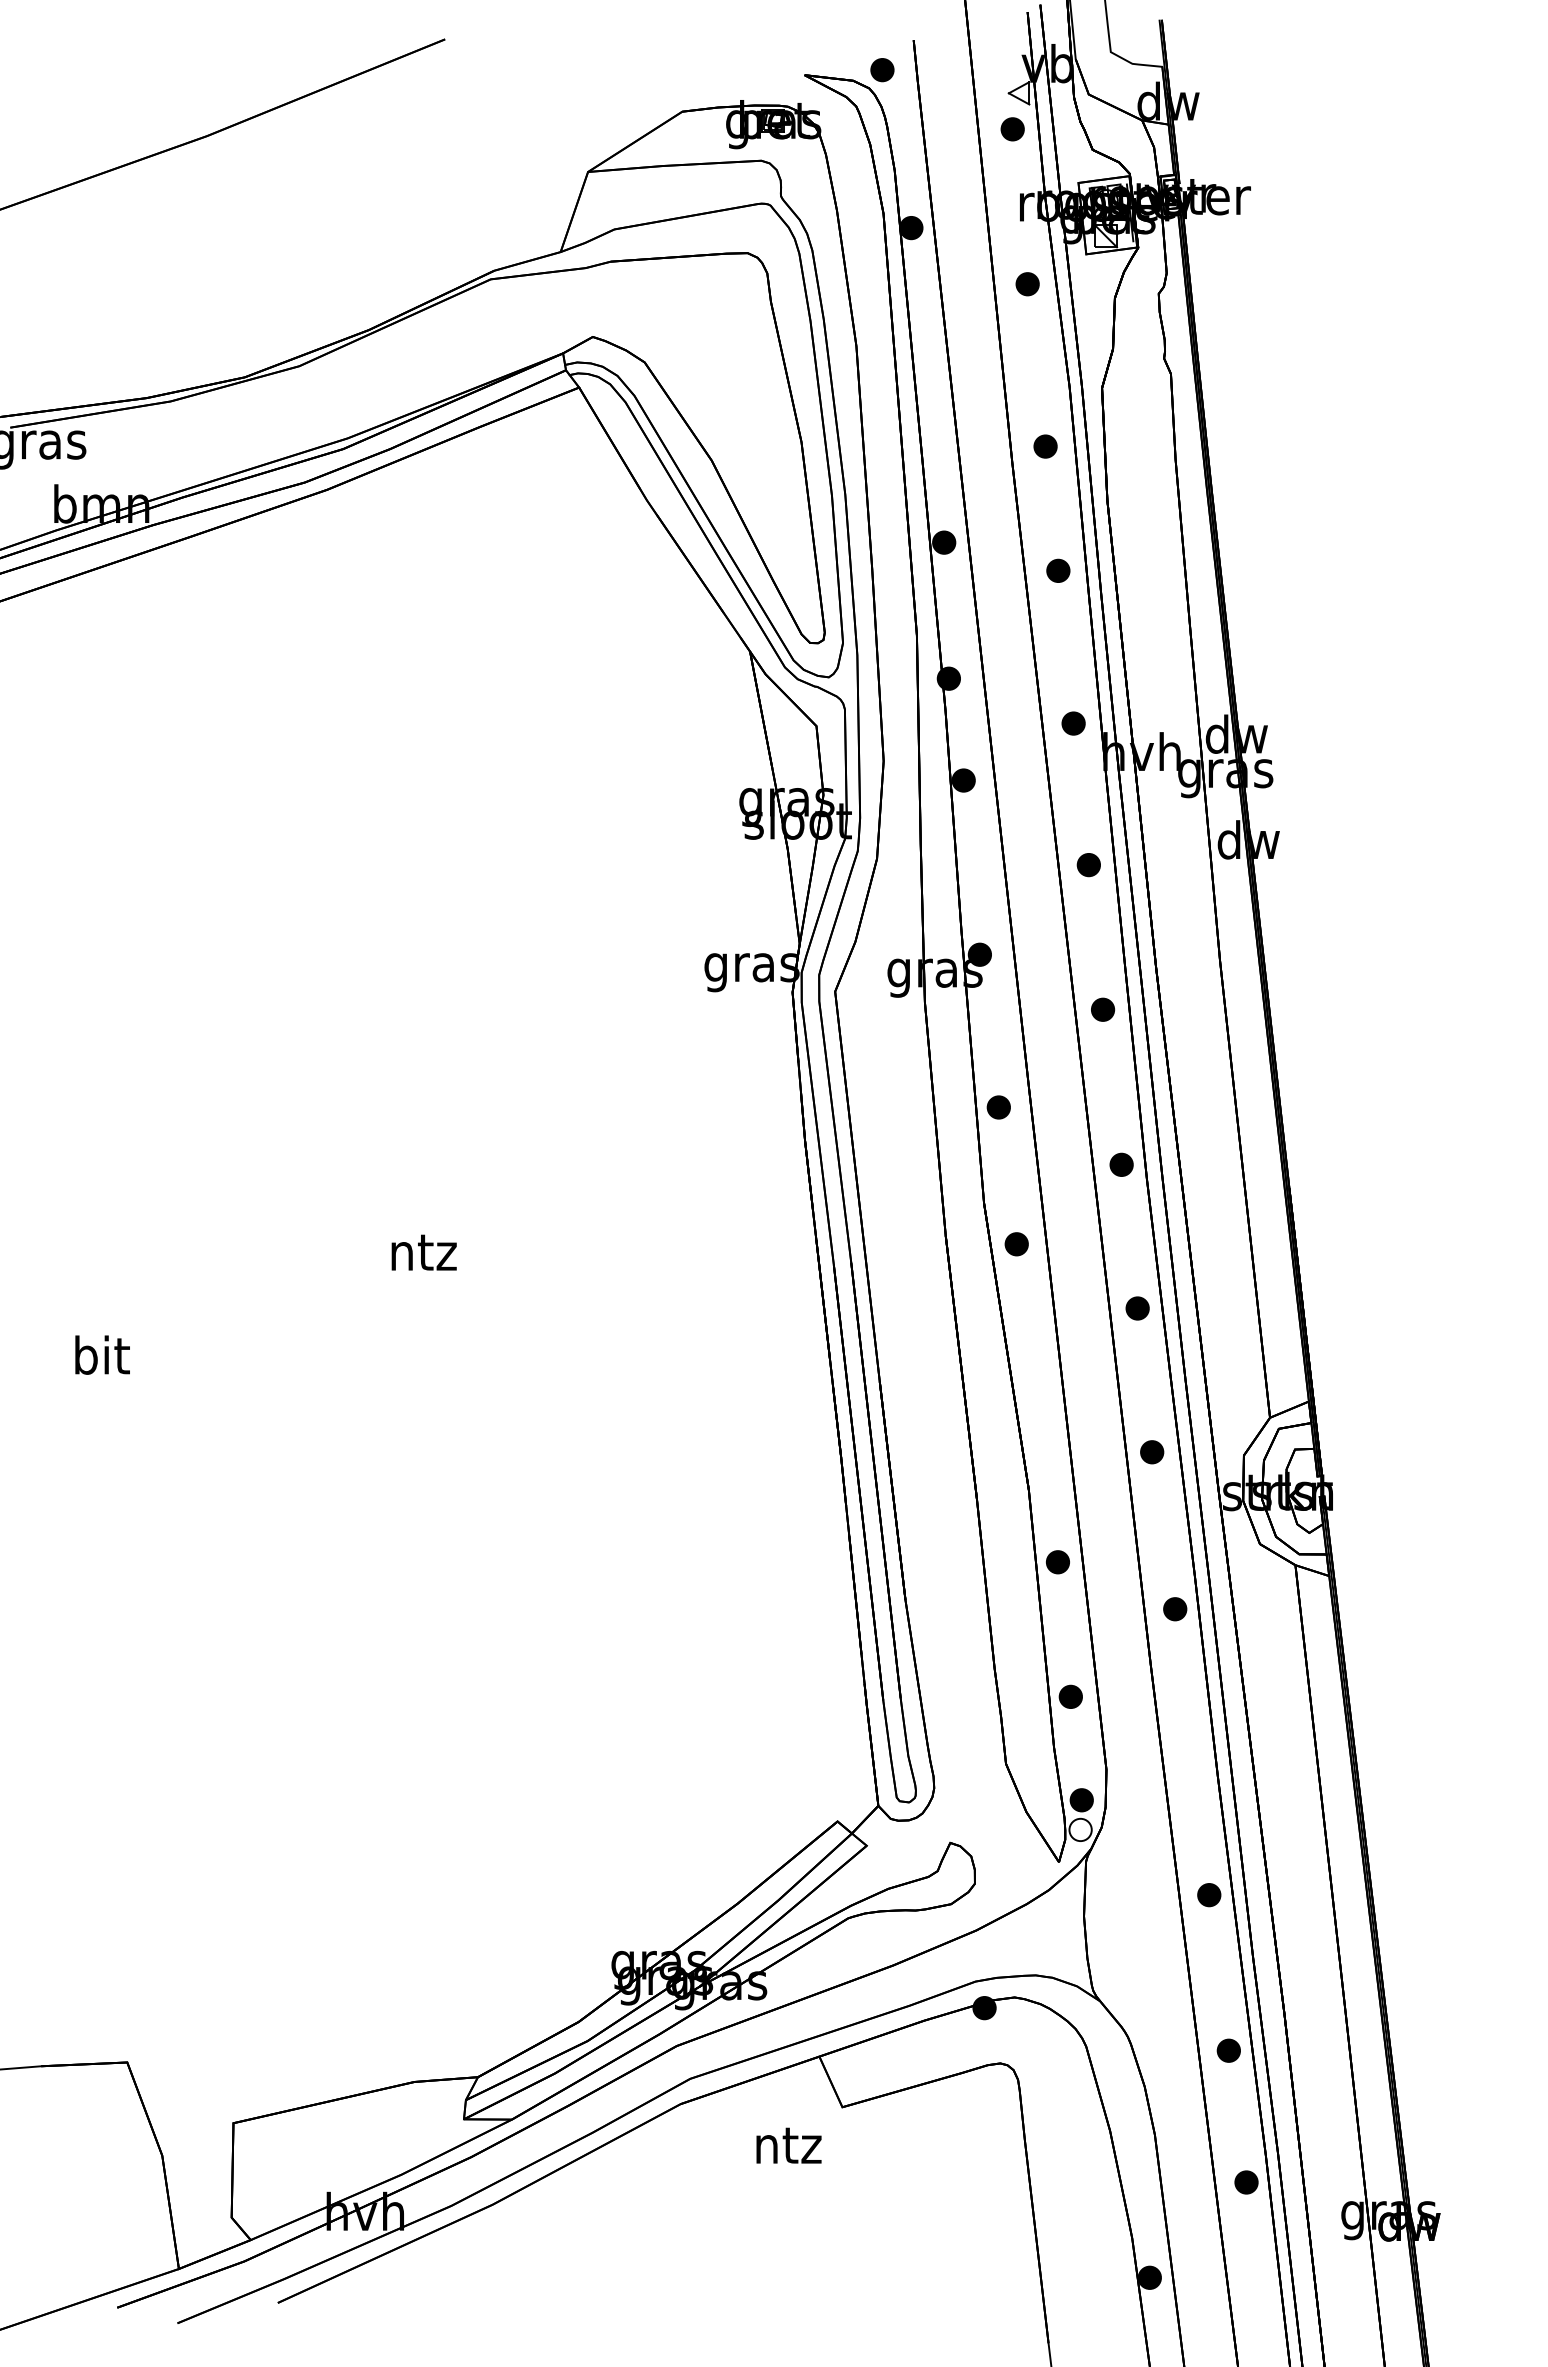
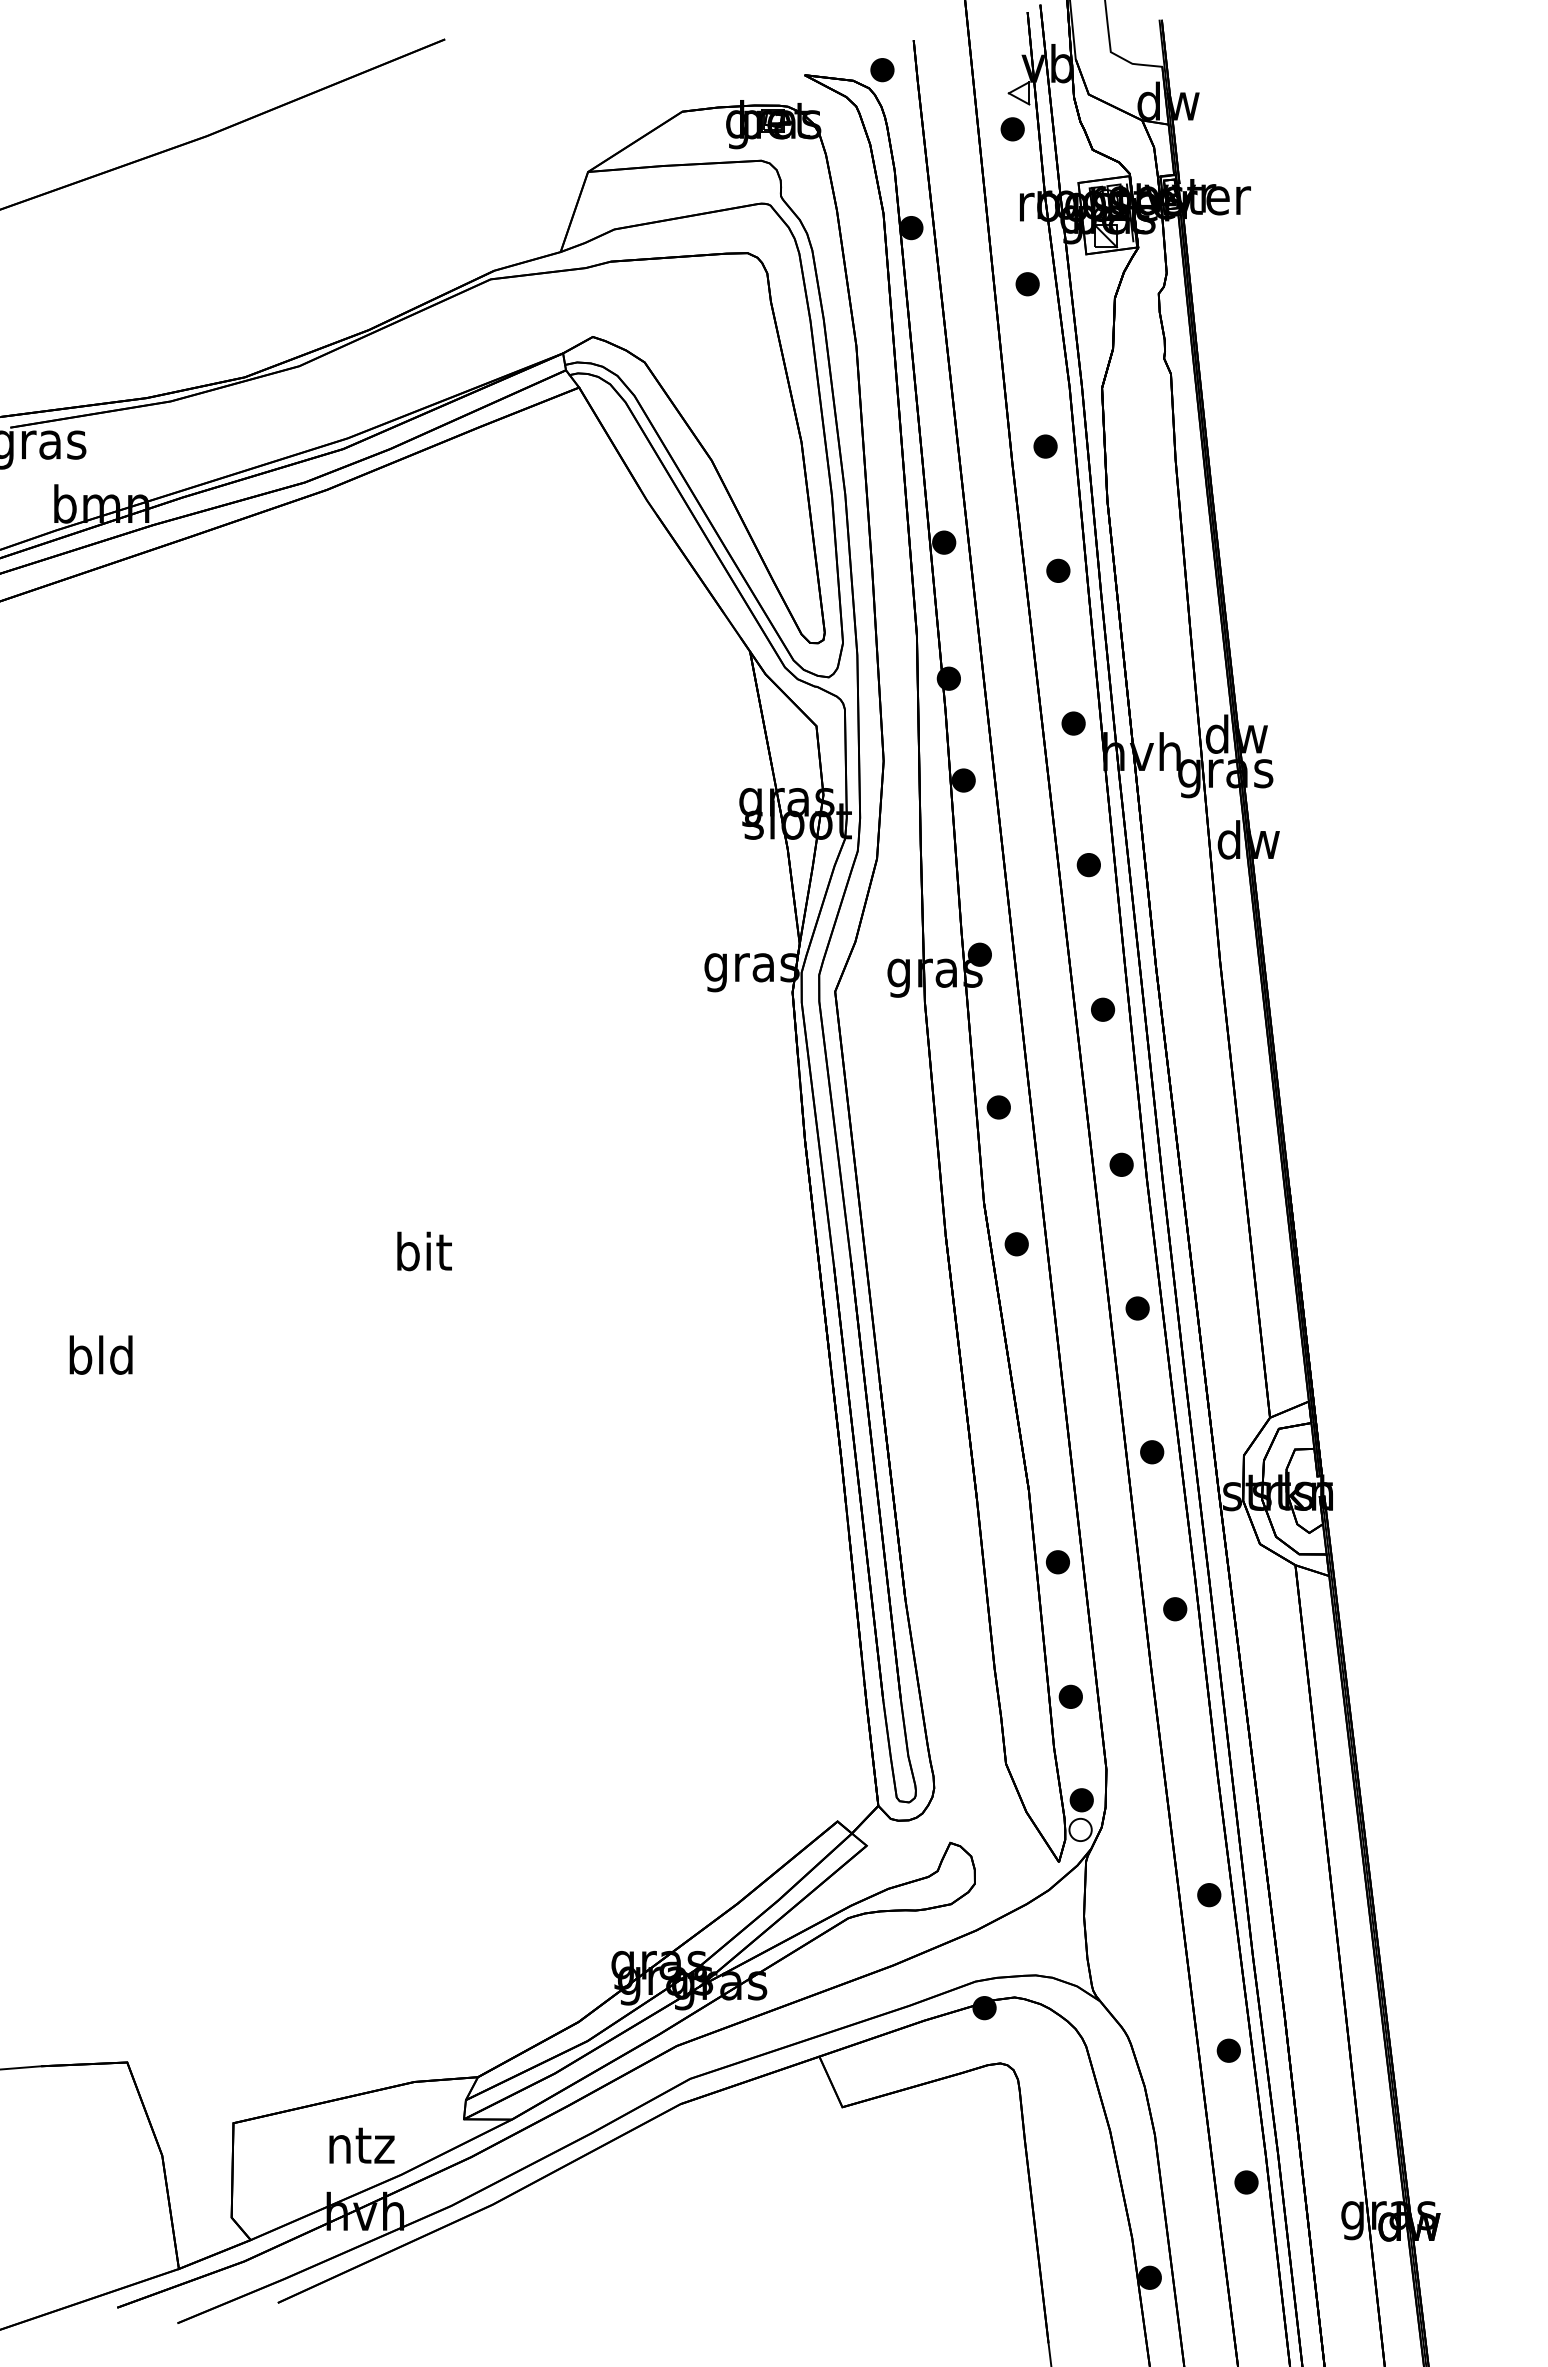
text at (423, 1251): ntz -> bit
text at (100, 1354): bit -> bld
text at (788, 2145) position: (788, 2145) -> (361, 2145)
